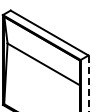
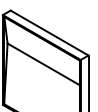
line at (88, 83): dashed -> solid
